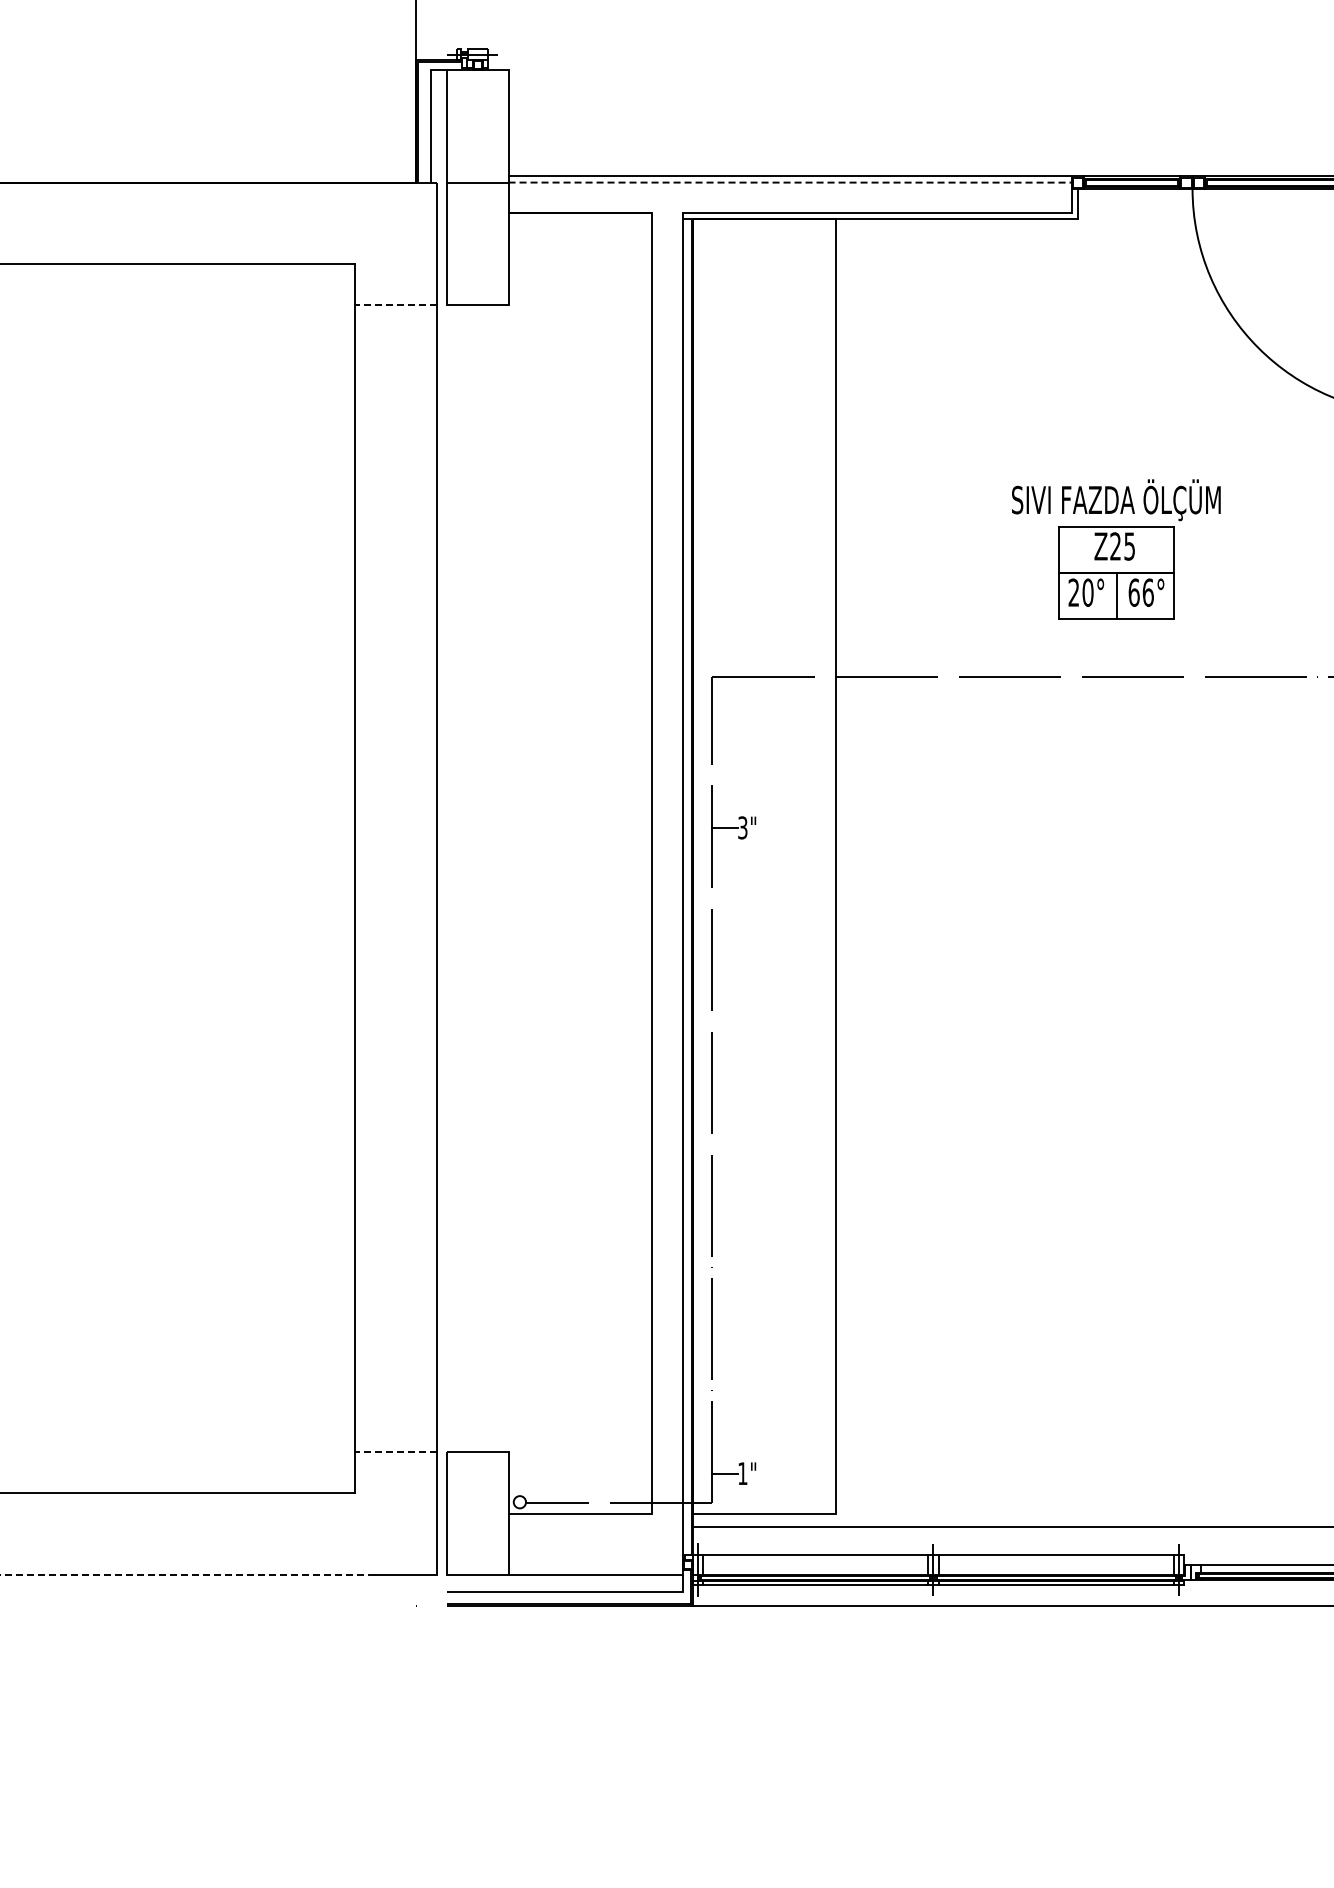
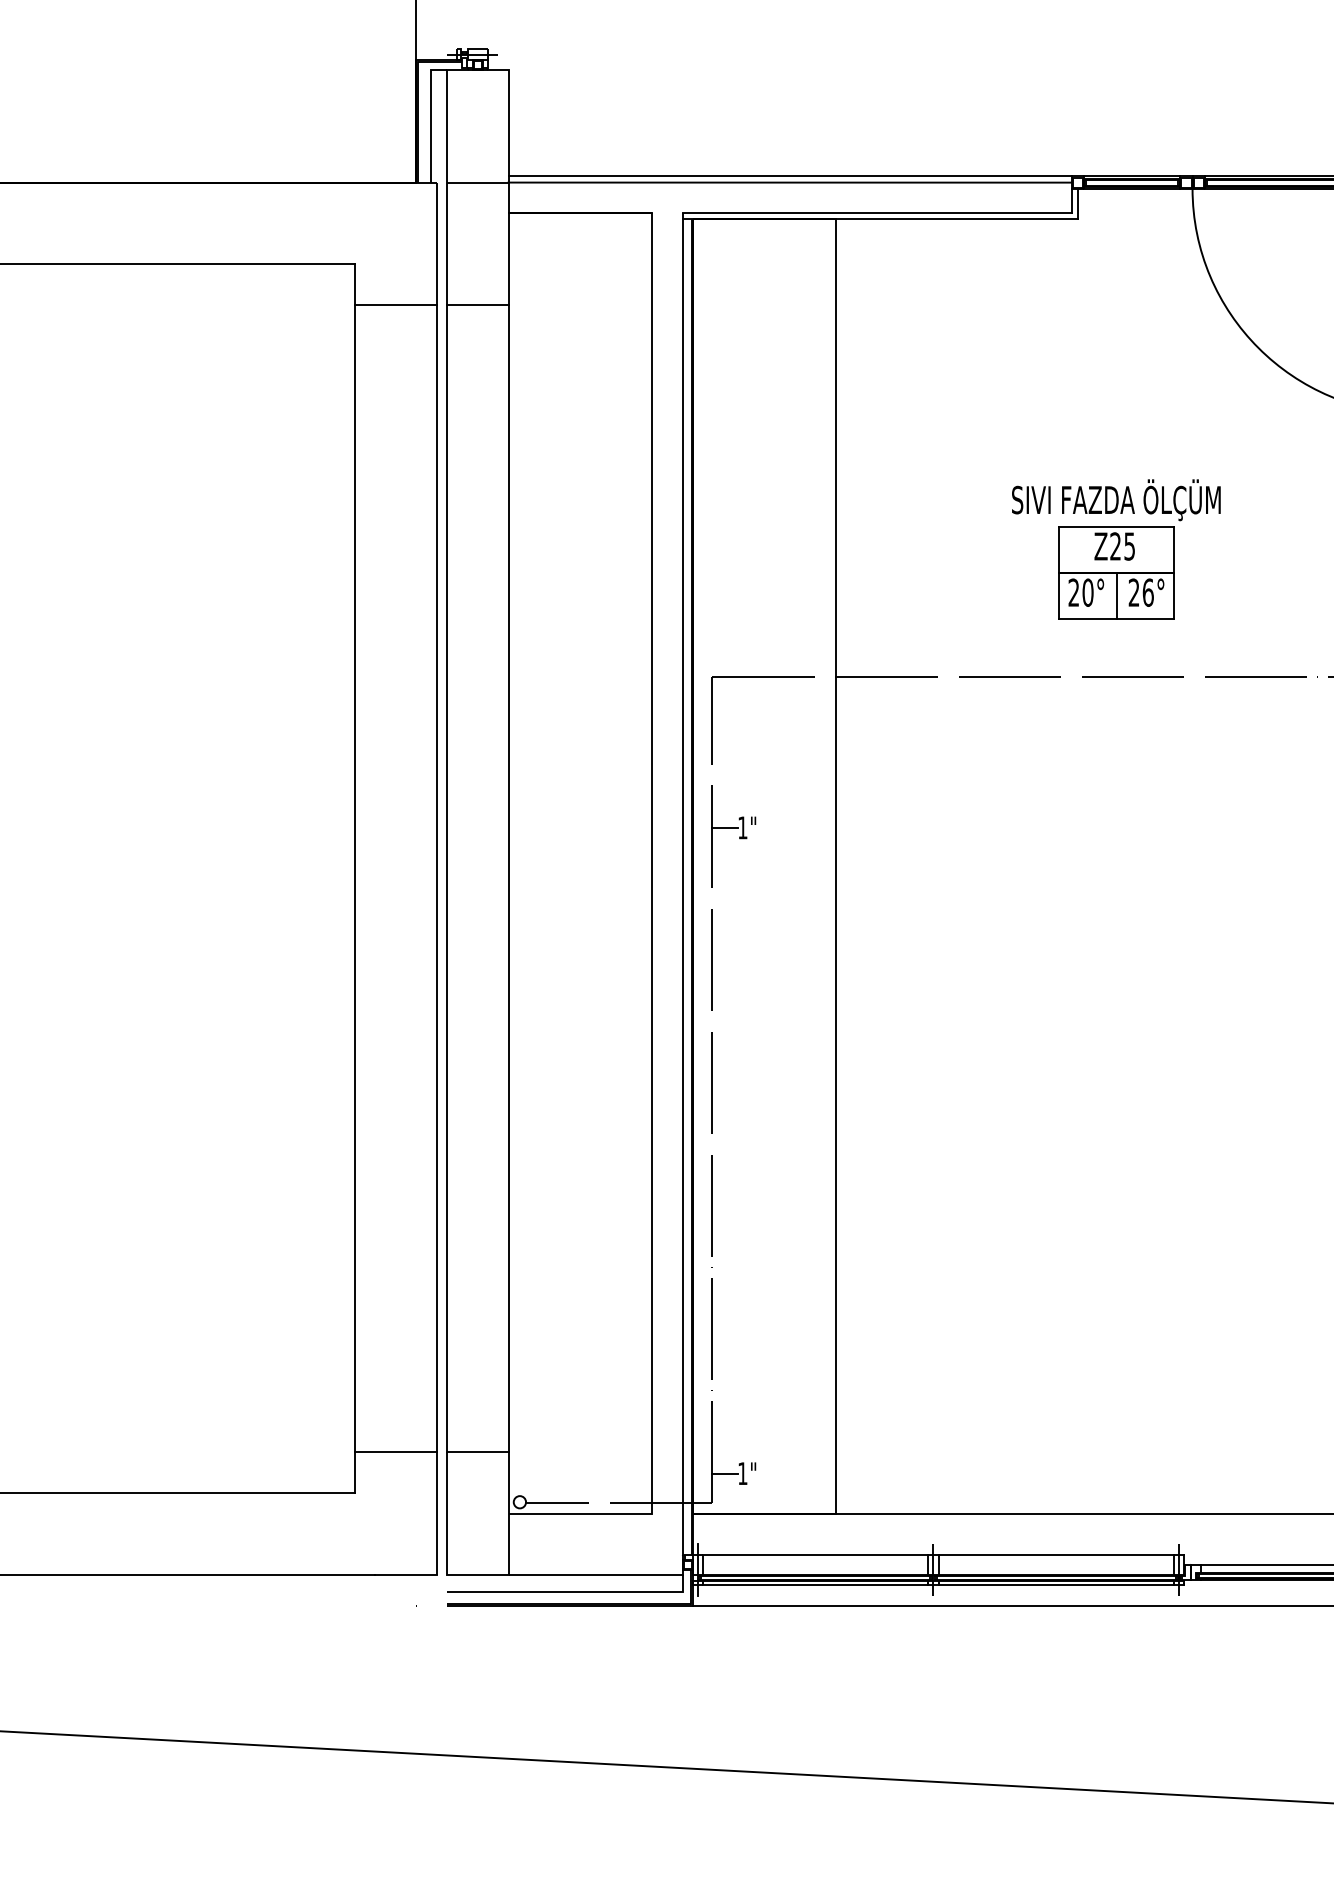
line at (790, 182): dashed -> solid
line at (395, 305): dashed -> solid
text at (1133, 592): 66° -> 26°
text at (742, 827): 3" -> 1"
line at (447, 878): none -> present
line at (508, 878): none -> present
line at (395, 1452): dashed -> solid
line at (1011, 1526) position: (1011, 1526) -> (1011, 1513)
line at (187, 1575): dashed -> solid
line at (666, 1767): none -> present
